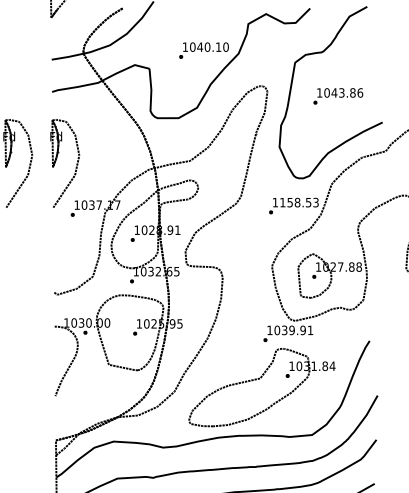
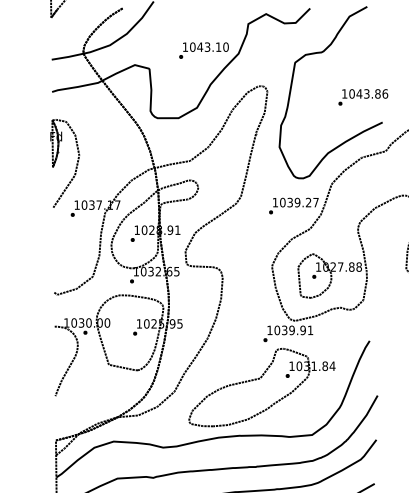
text at (207, 46): 1040.10 -> 1043.10
text at (338, 96) position: (338, 96) -> (363, 97)
part at (9, 161): present -> none
text at (299, 202): 1158.53 -> 1039.27
